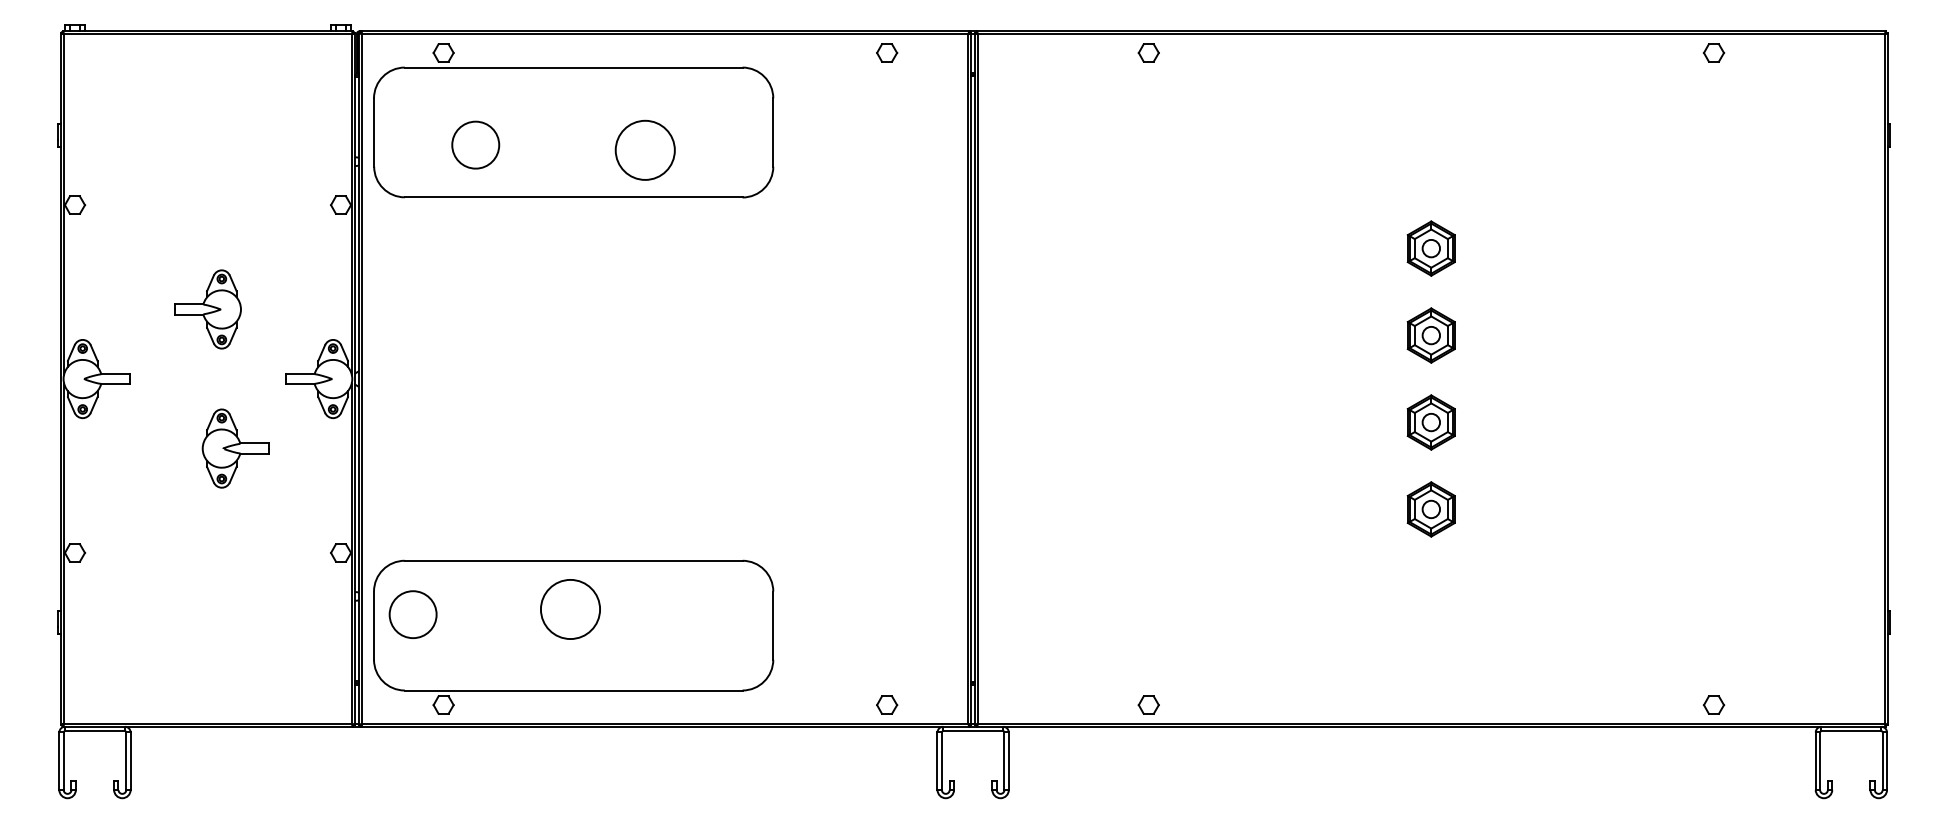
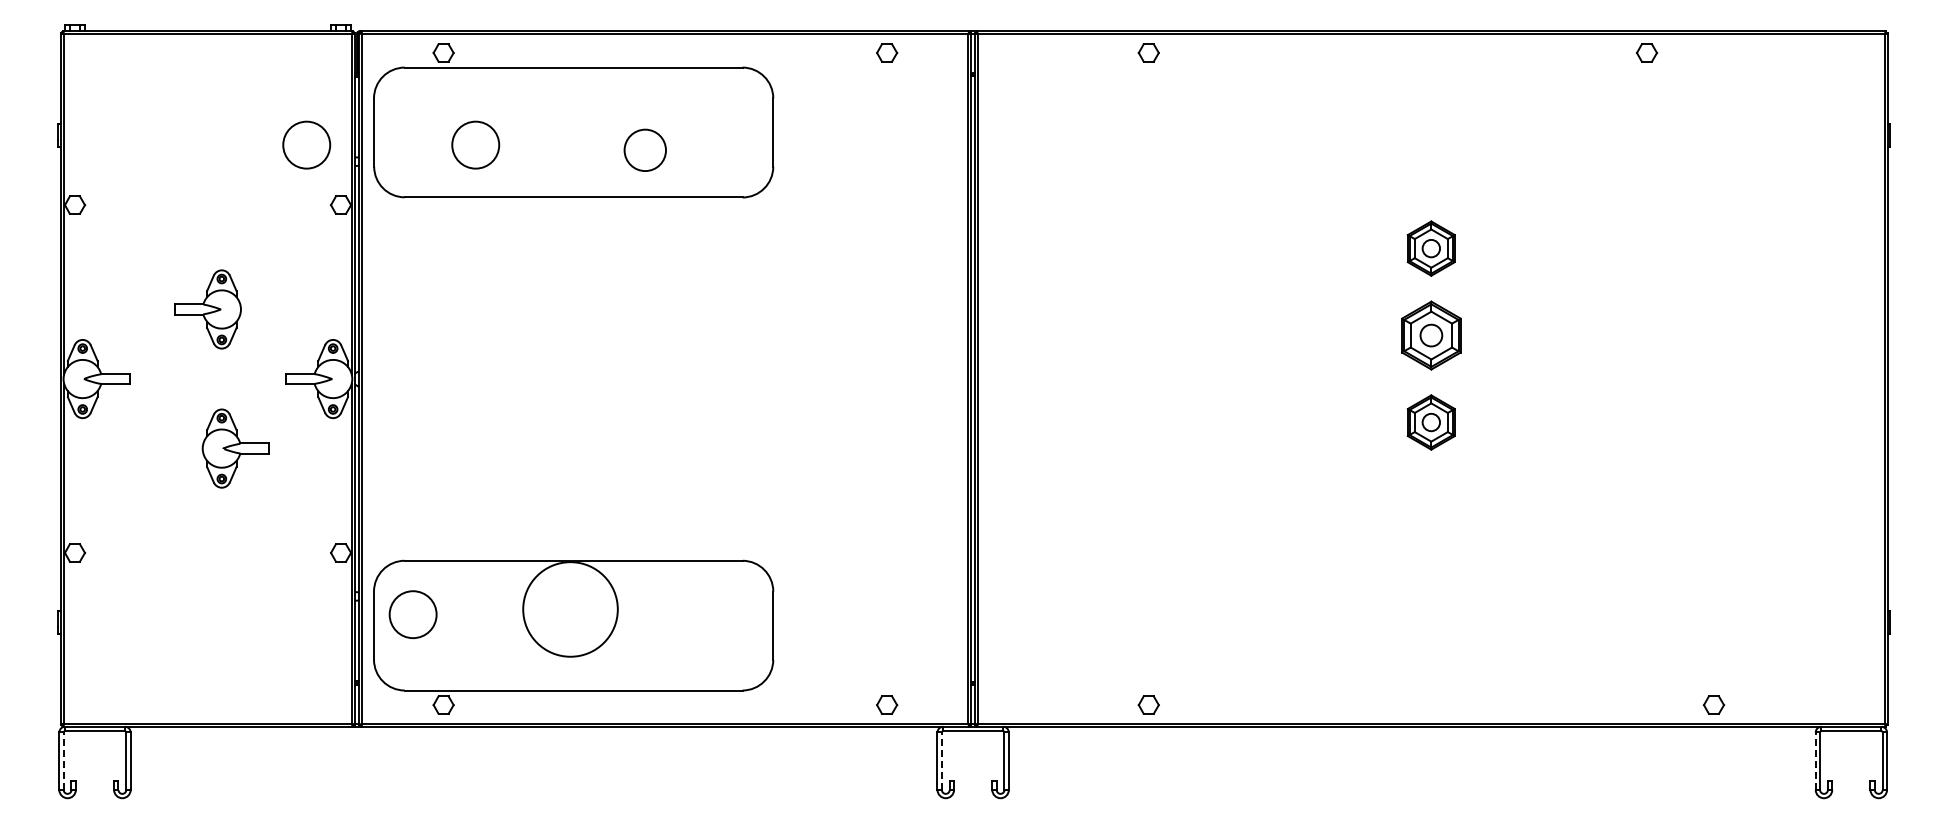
part at (1714, 52) position: (1714, 52) -> (1647, 52)
circle at (306, 144): none -> present
circle at (644, 149) diameter: 59 px -> 41 px
part at (1430, 335) size: 50x57 px -> 61x71 px
part at (1430, 509): present -> none
circle at (570, 609) diameter: 59 px -> 95 px
line at (63, 761): solid -> dashed
line at (941, 761): solid -> dashed
line at (1815, 761): solid -> dashed
